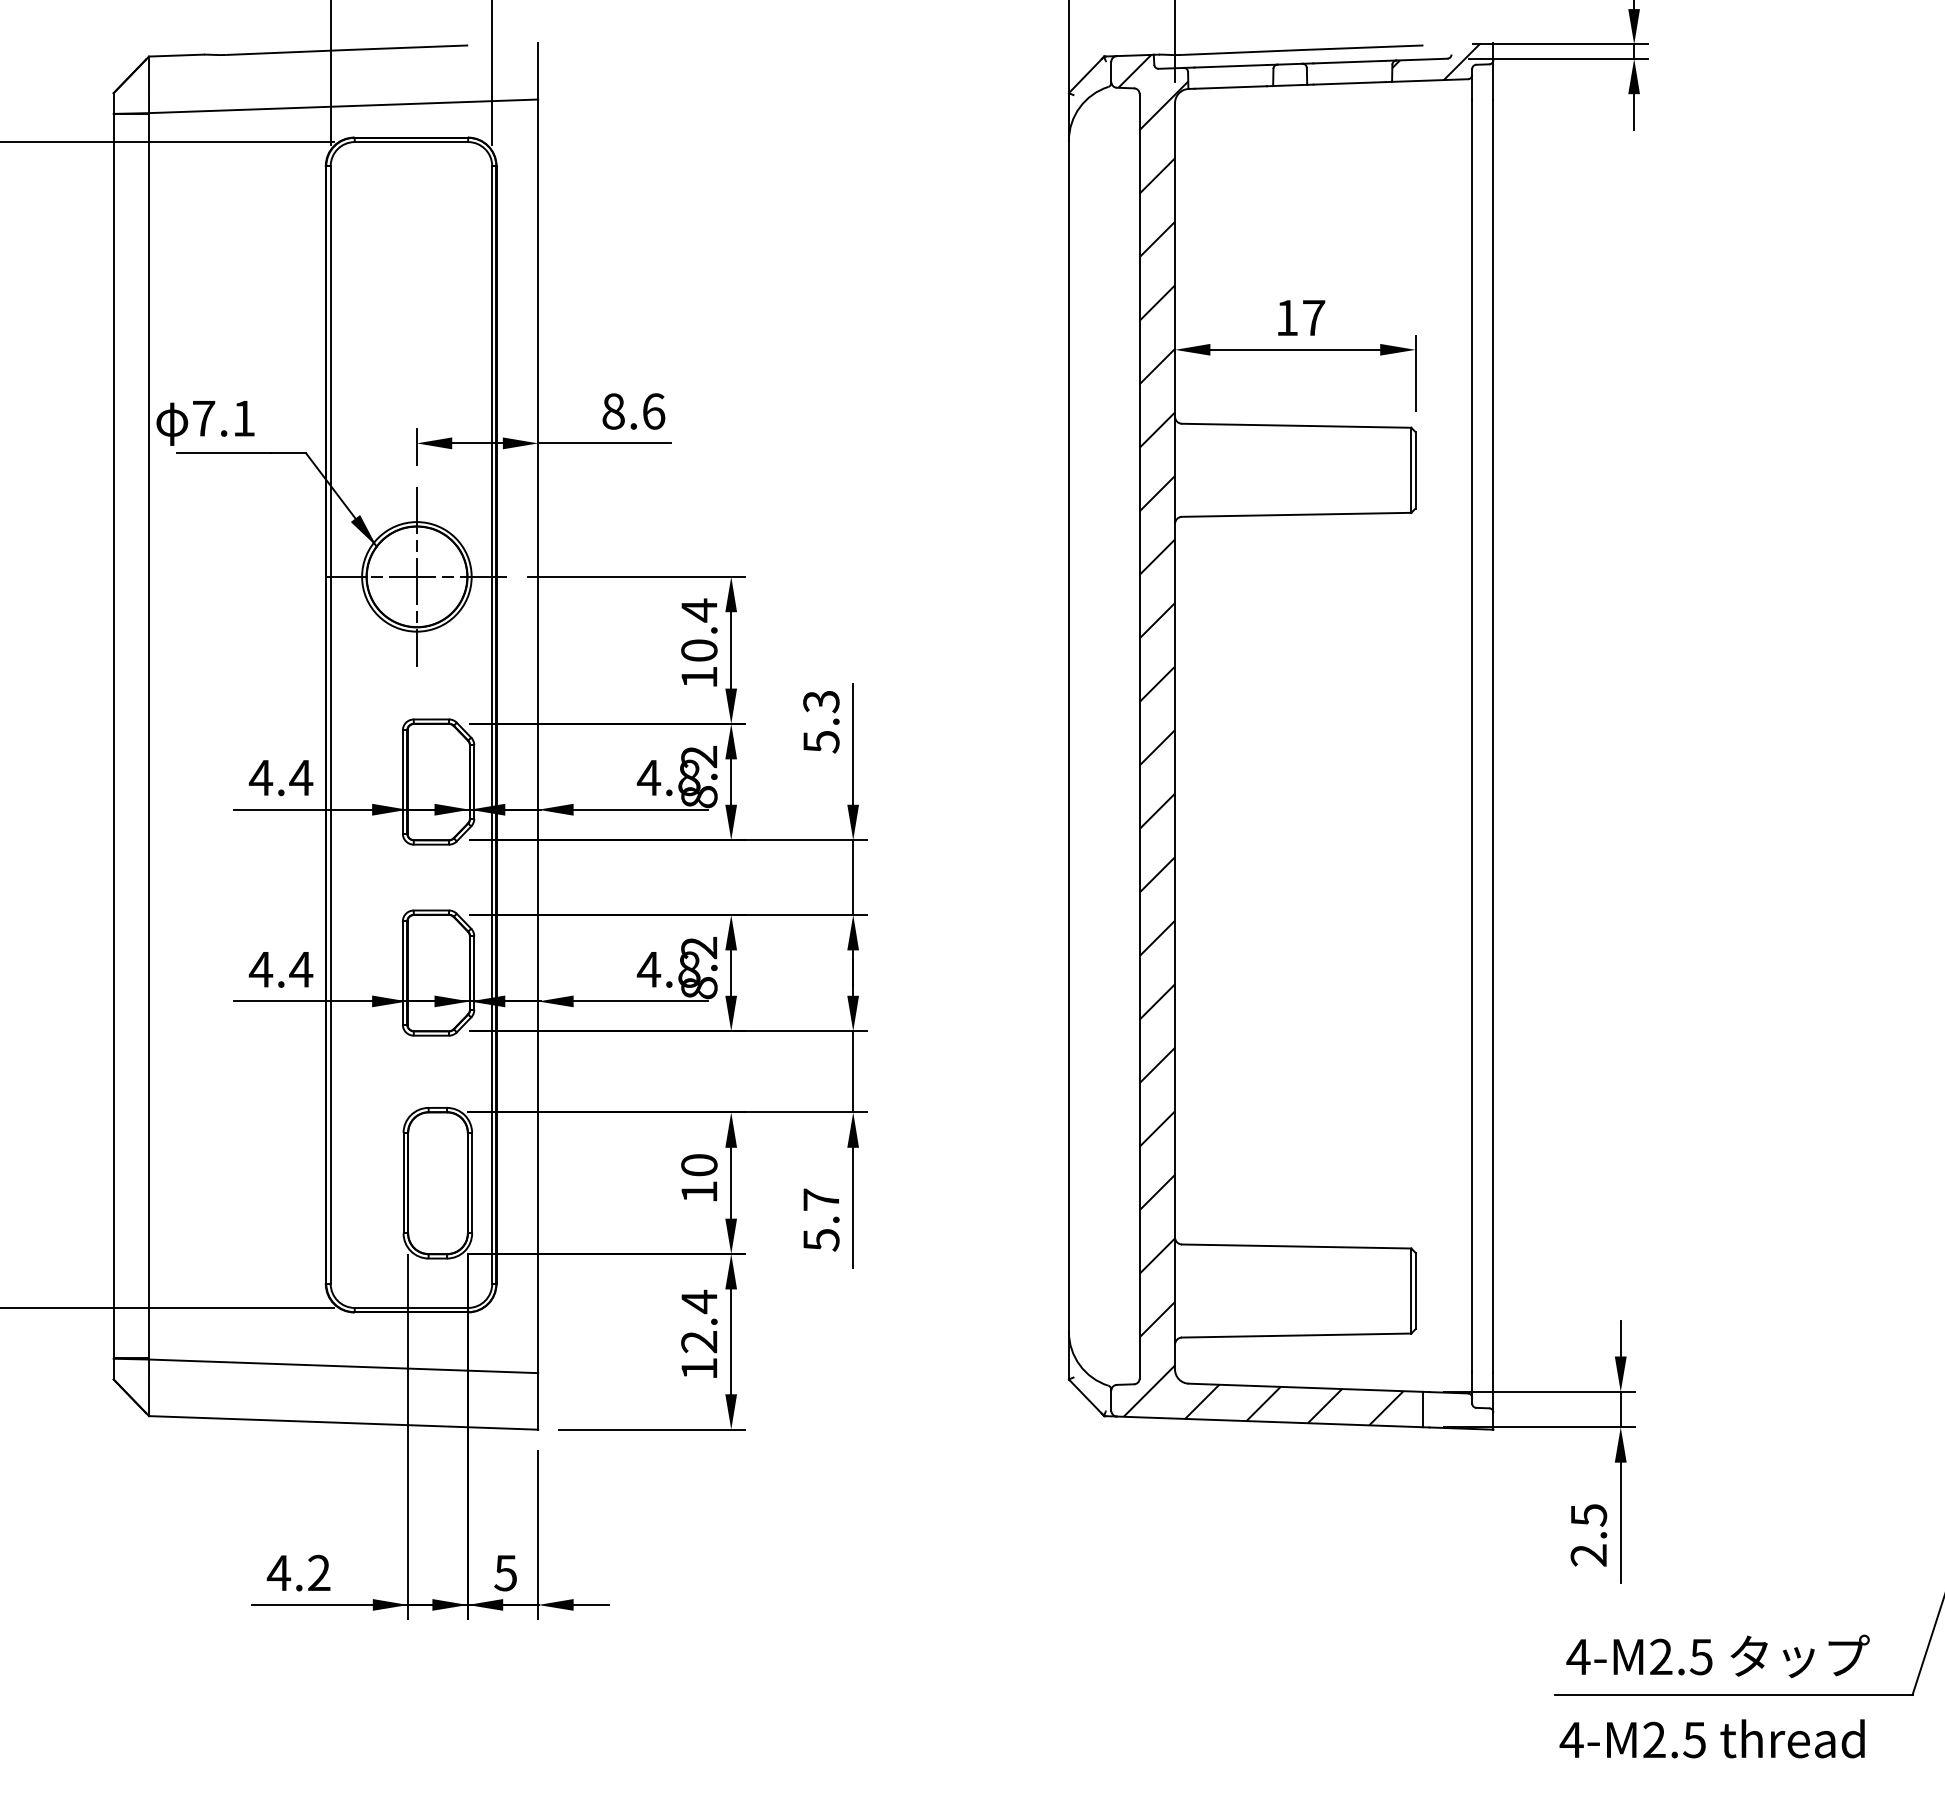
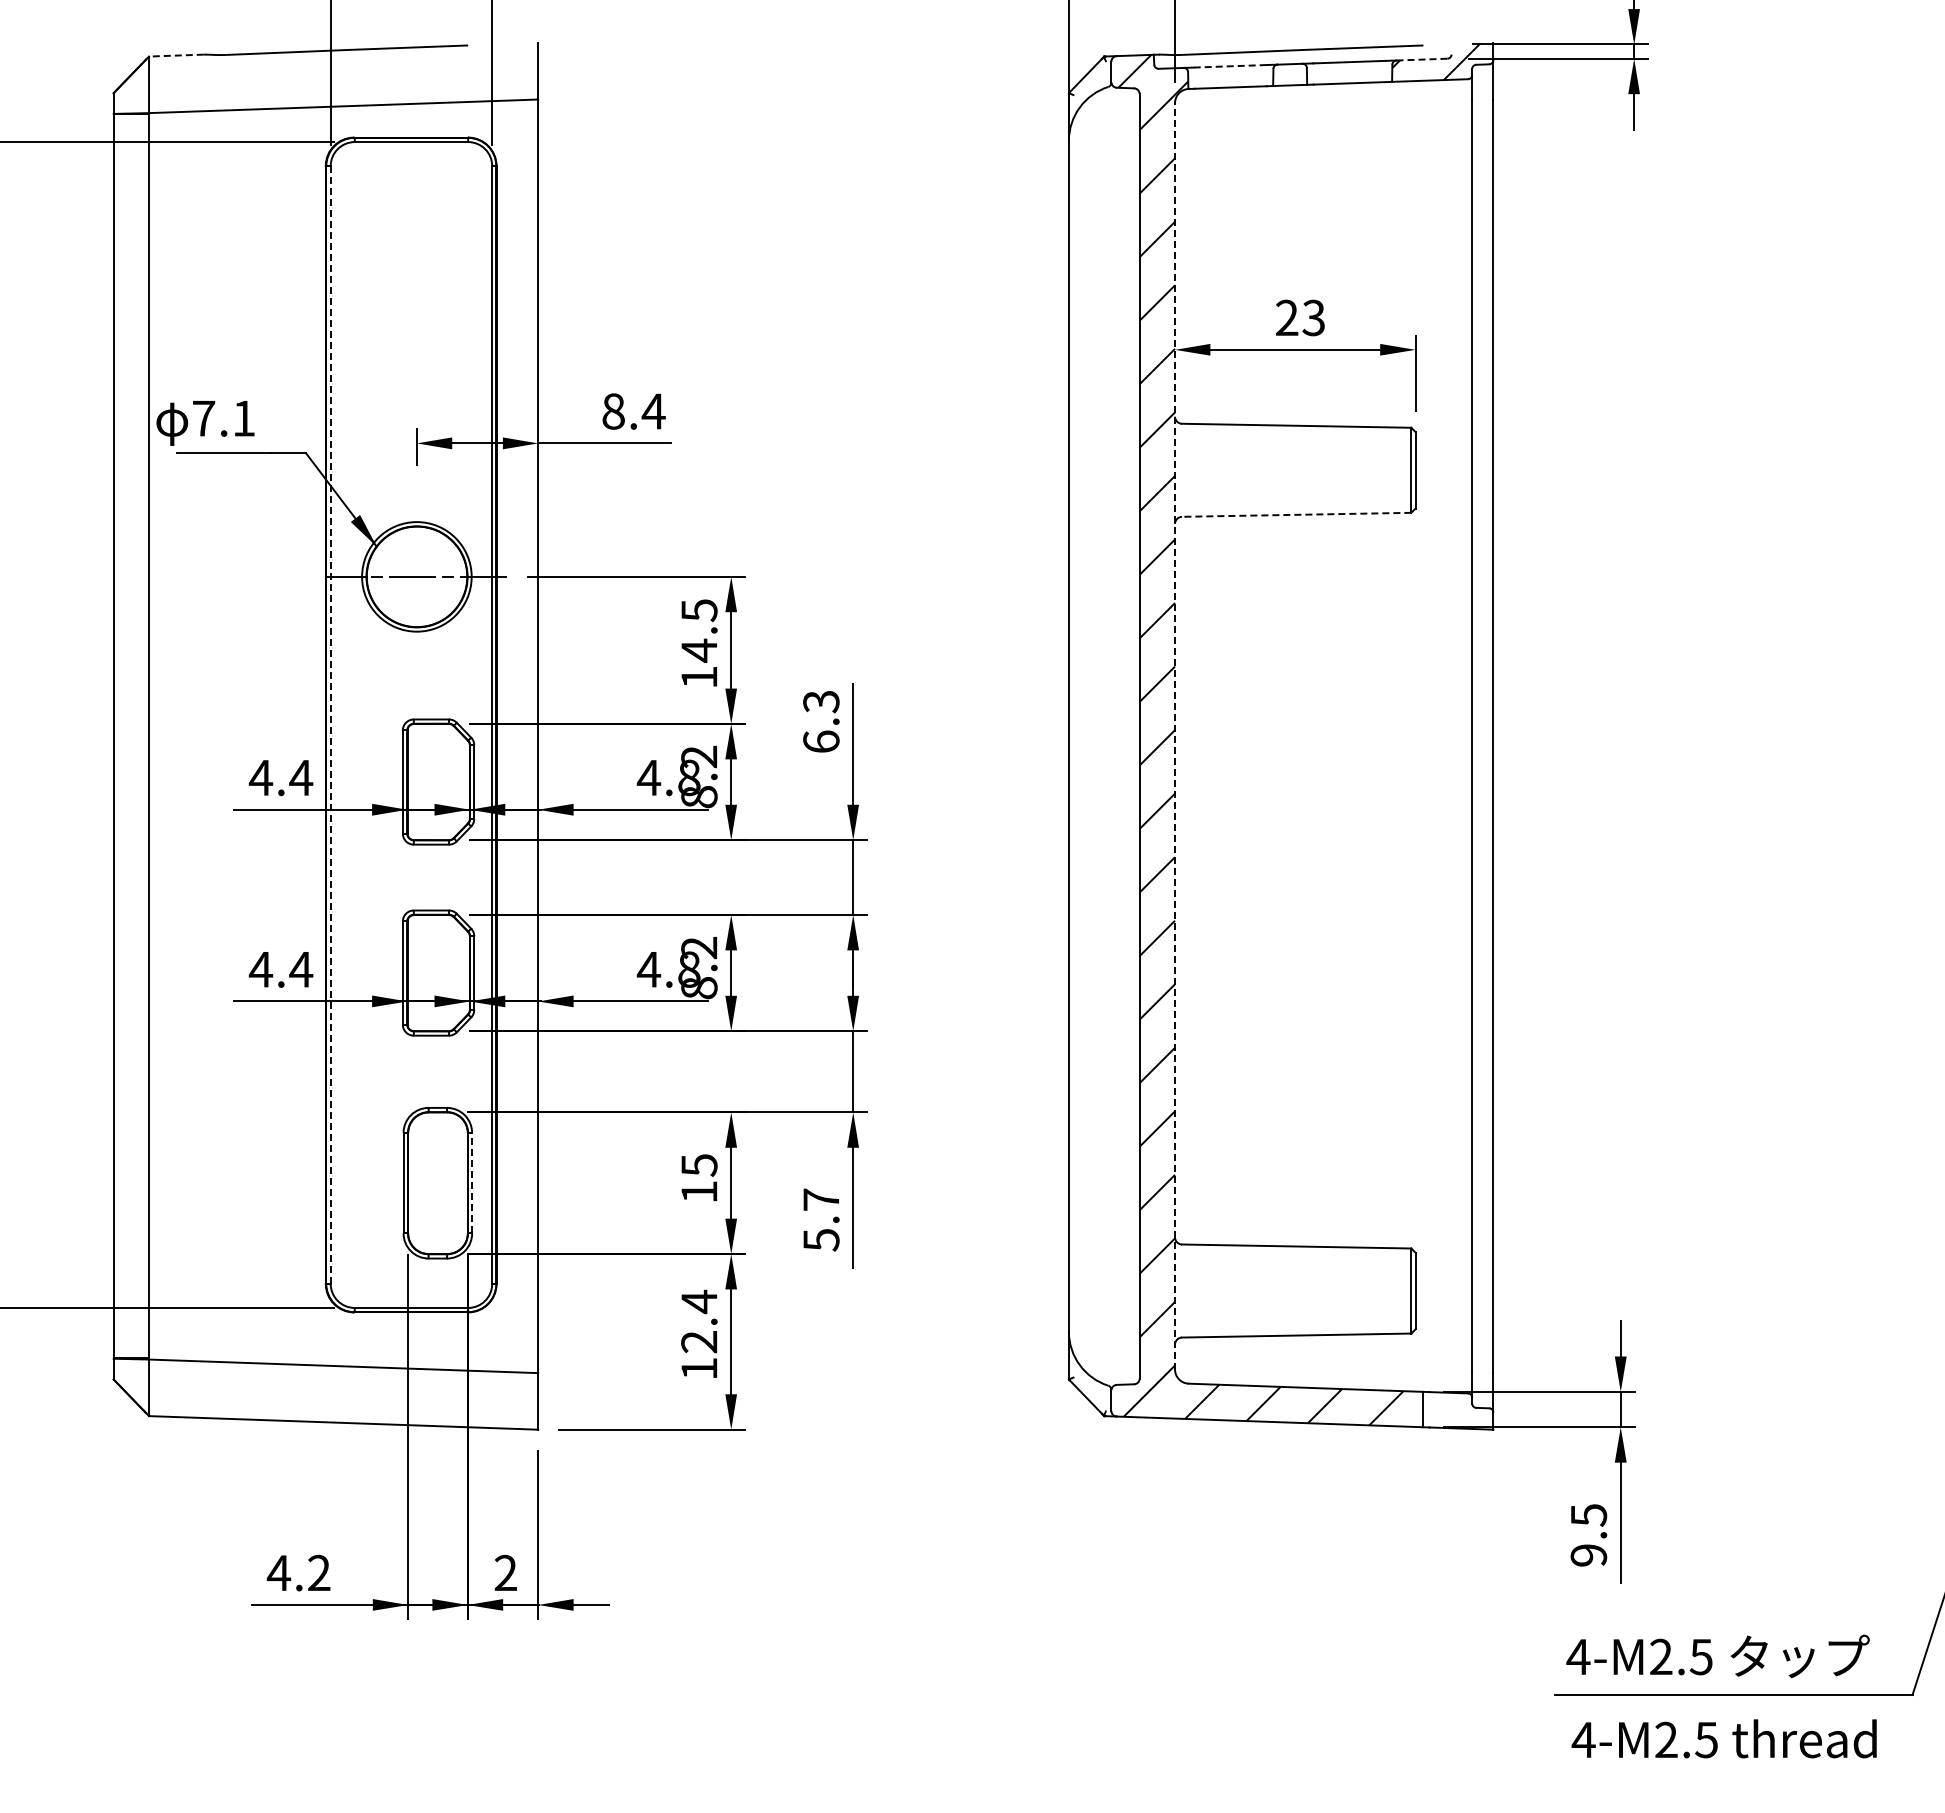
line at (175, 55): solid -> dashed
line at (1421, 59): solid -> dashed
line at (1230, 66): solid -> dashed
text at (1300, 317): 17 -> 23
text at (653, 411): 8.6 -> 8.4
line at (1296, 514): solid -> dashed
line at (416, 576): present -> none
text at (699, 630): 10.4 -> 14.5
line at (330, 725): solid -> dashed
line at (1175, 735): solid -> dashed
text at (821, 741): 5.3 -> 6.3
text at (699, 1165): 10 -> 15
line at (472, 1182): solid -> dashed
text at (1589, 1555): 2.5 -> 9.5
text at (505, 1572): 5 -> 2
text at (1711, 1738) position: (1711, 1738) -> (1723, 1738)
